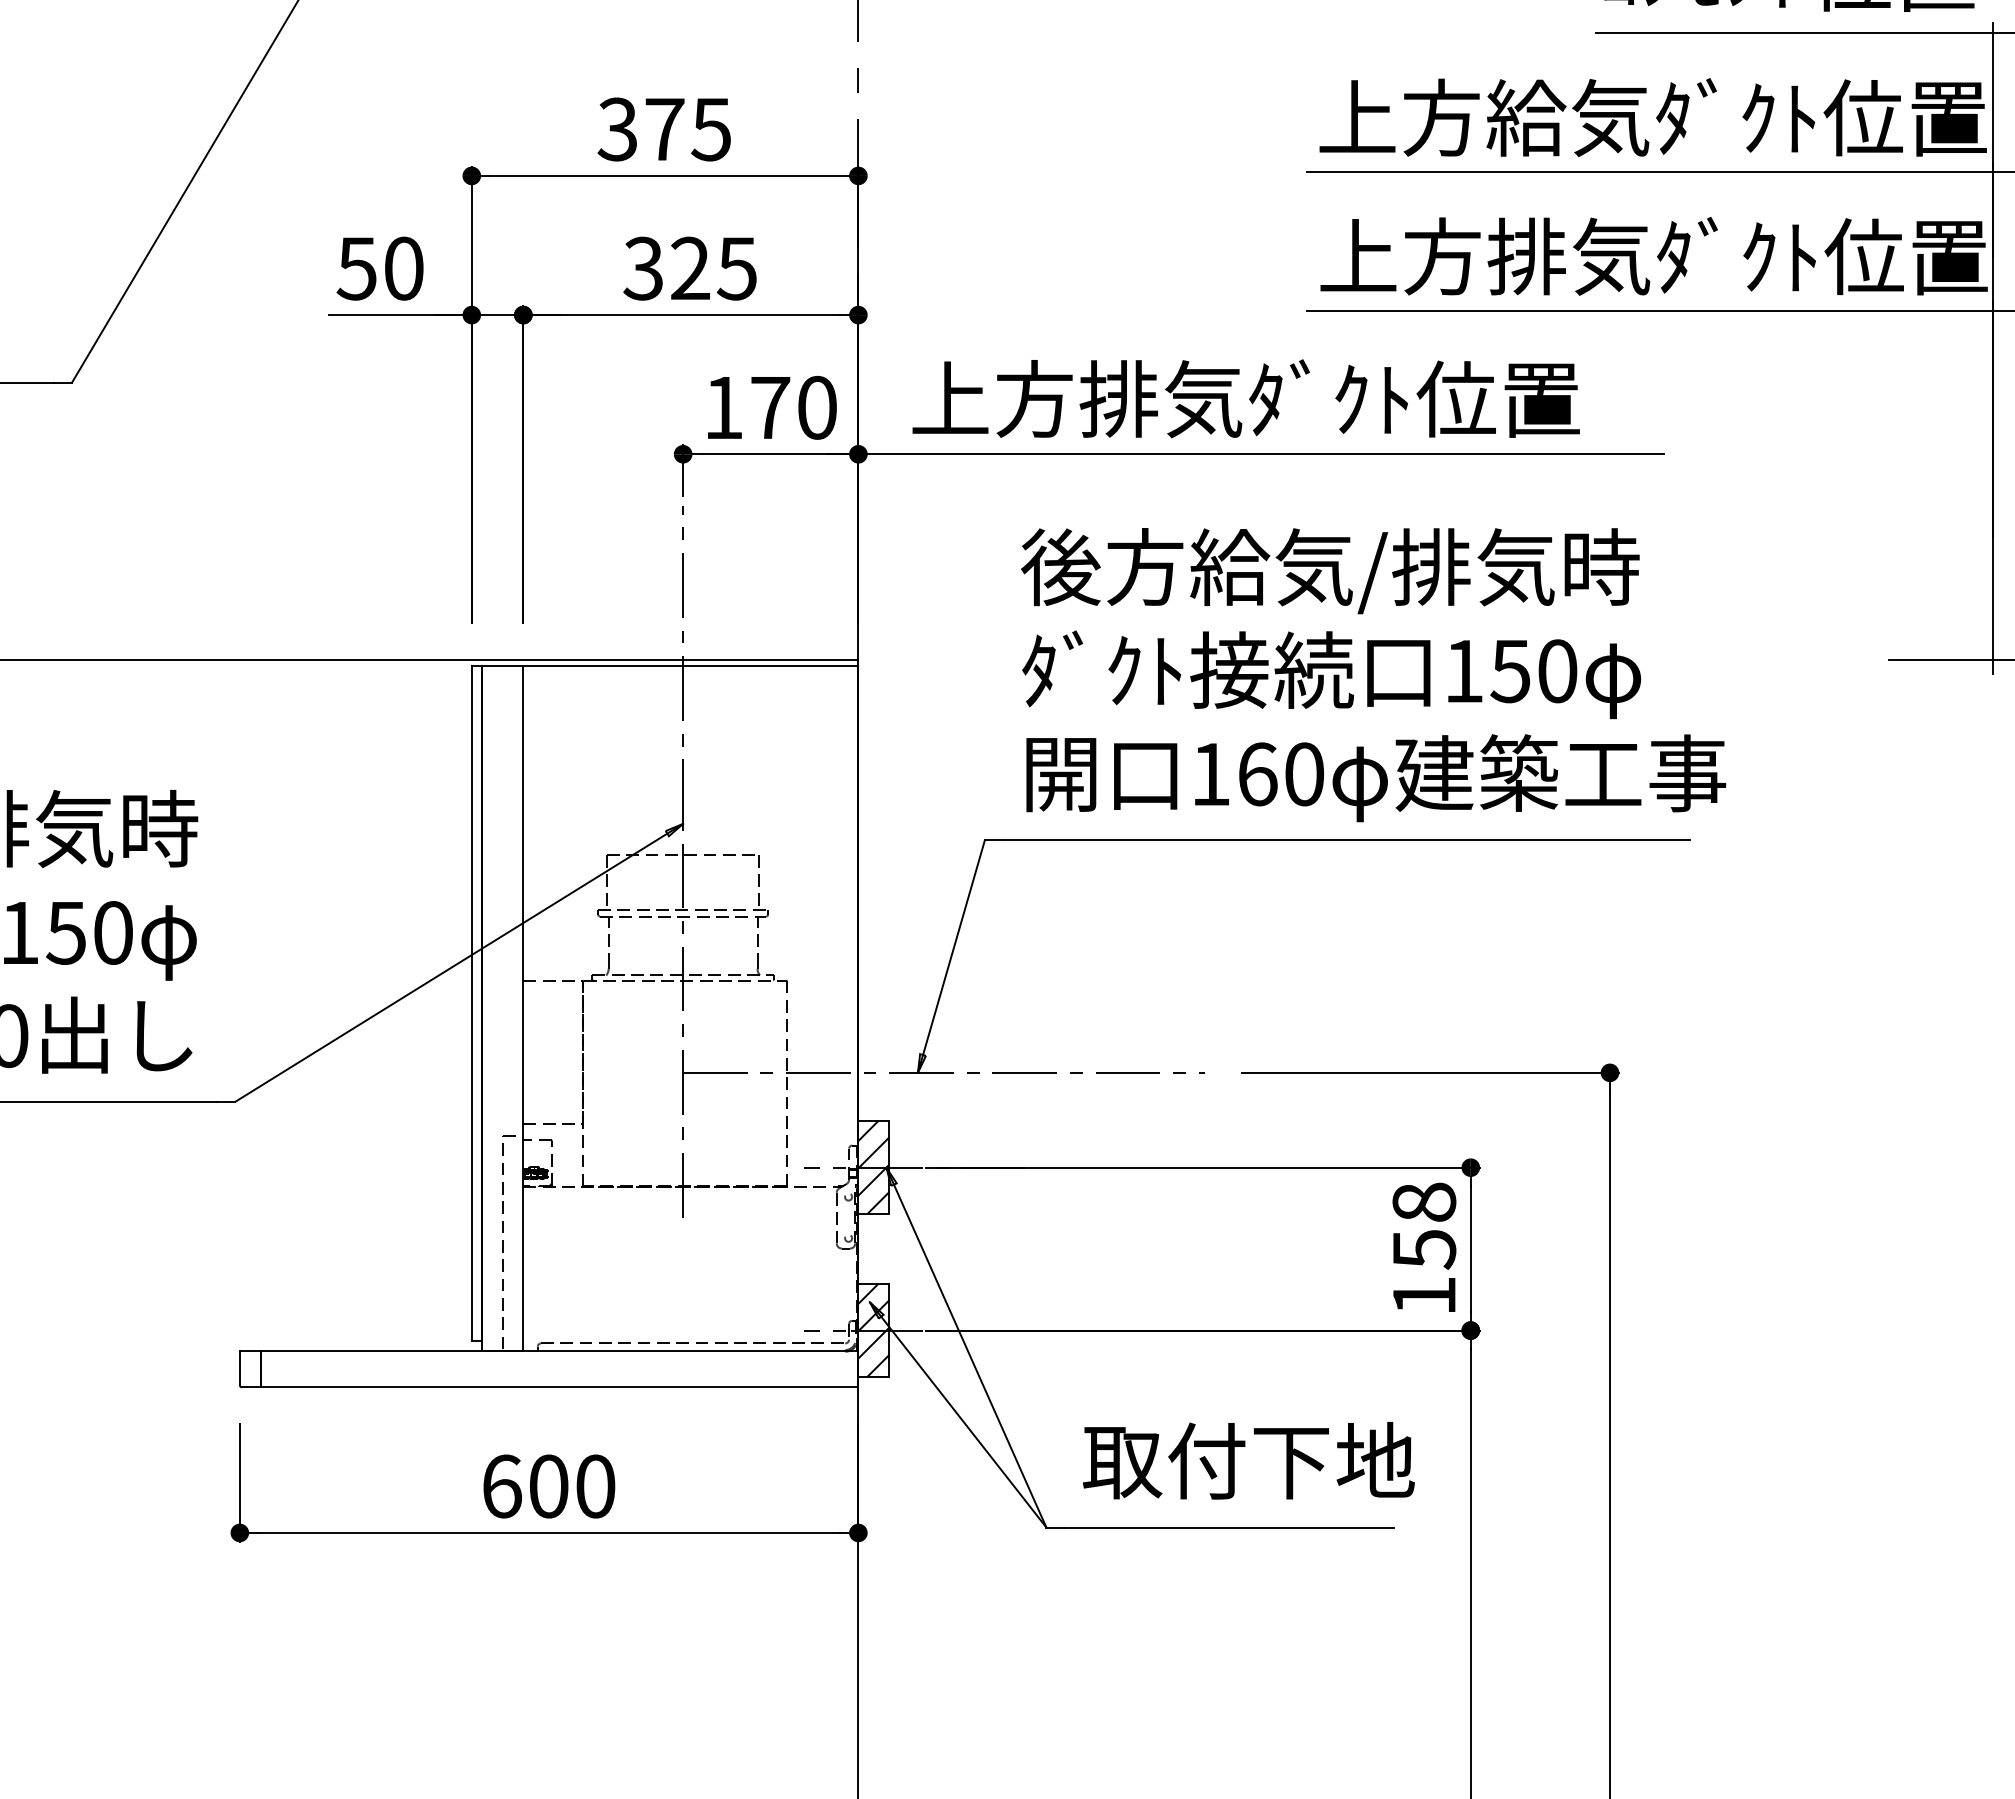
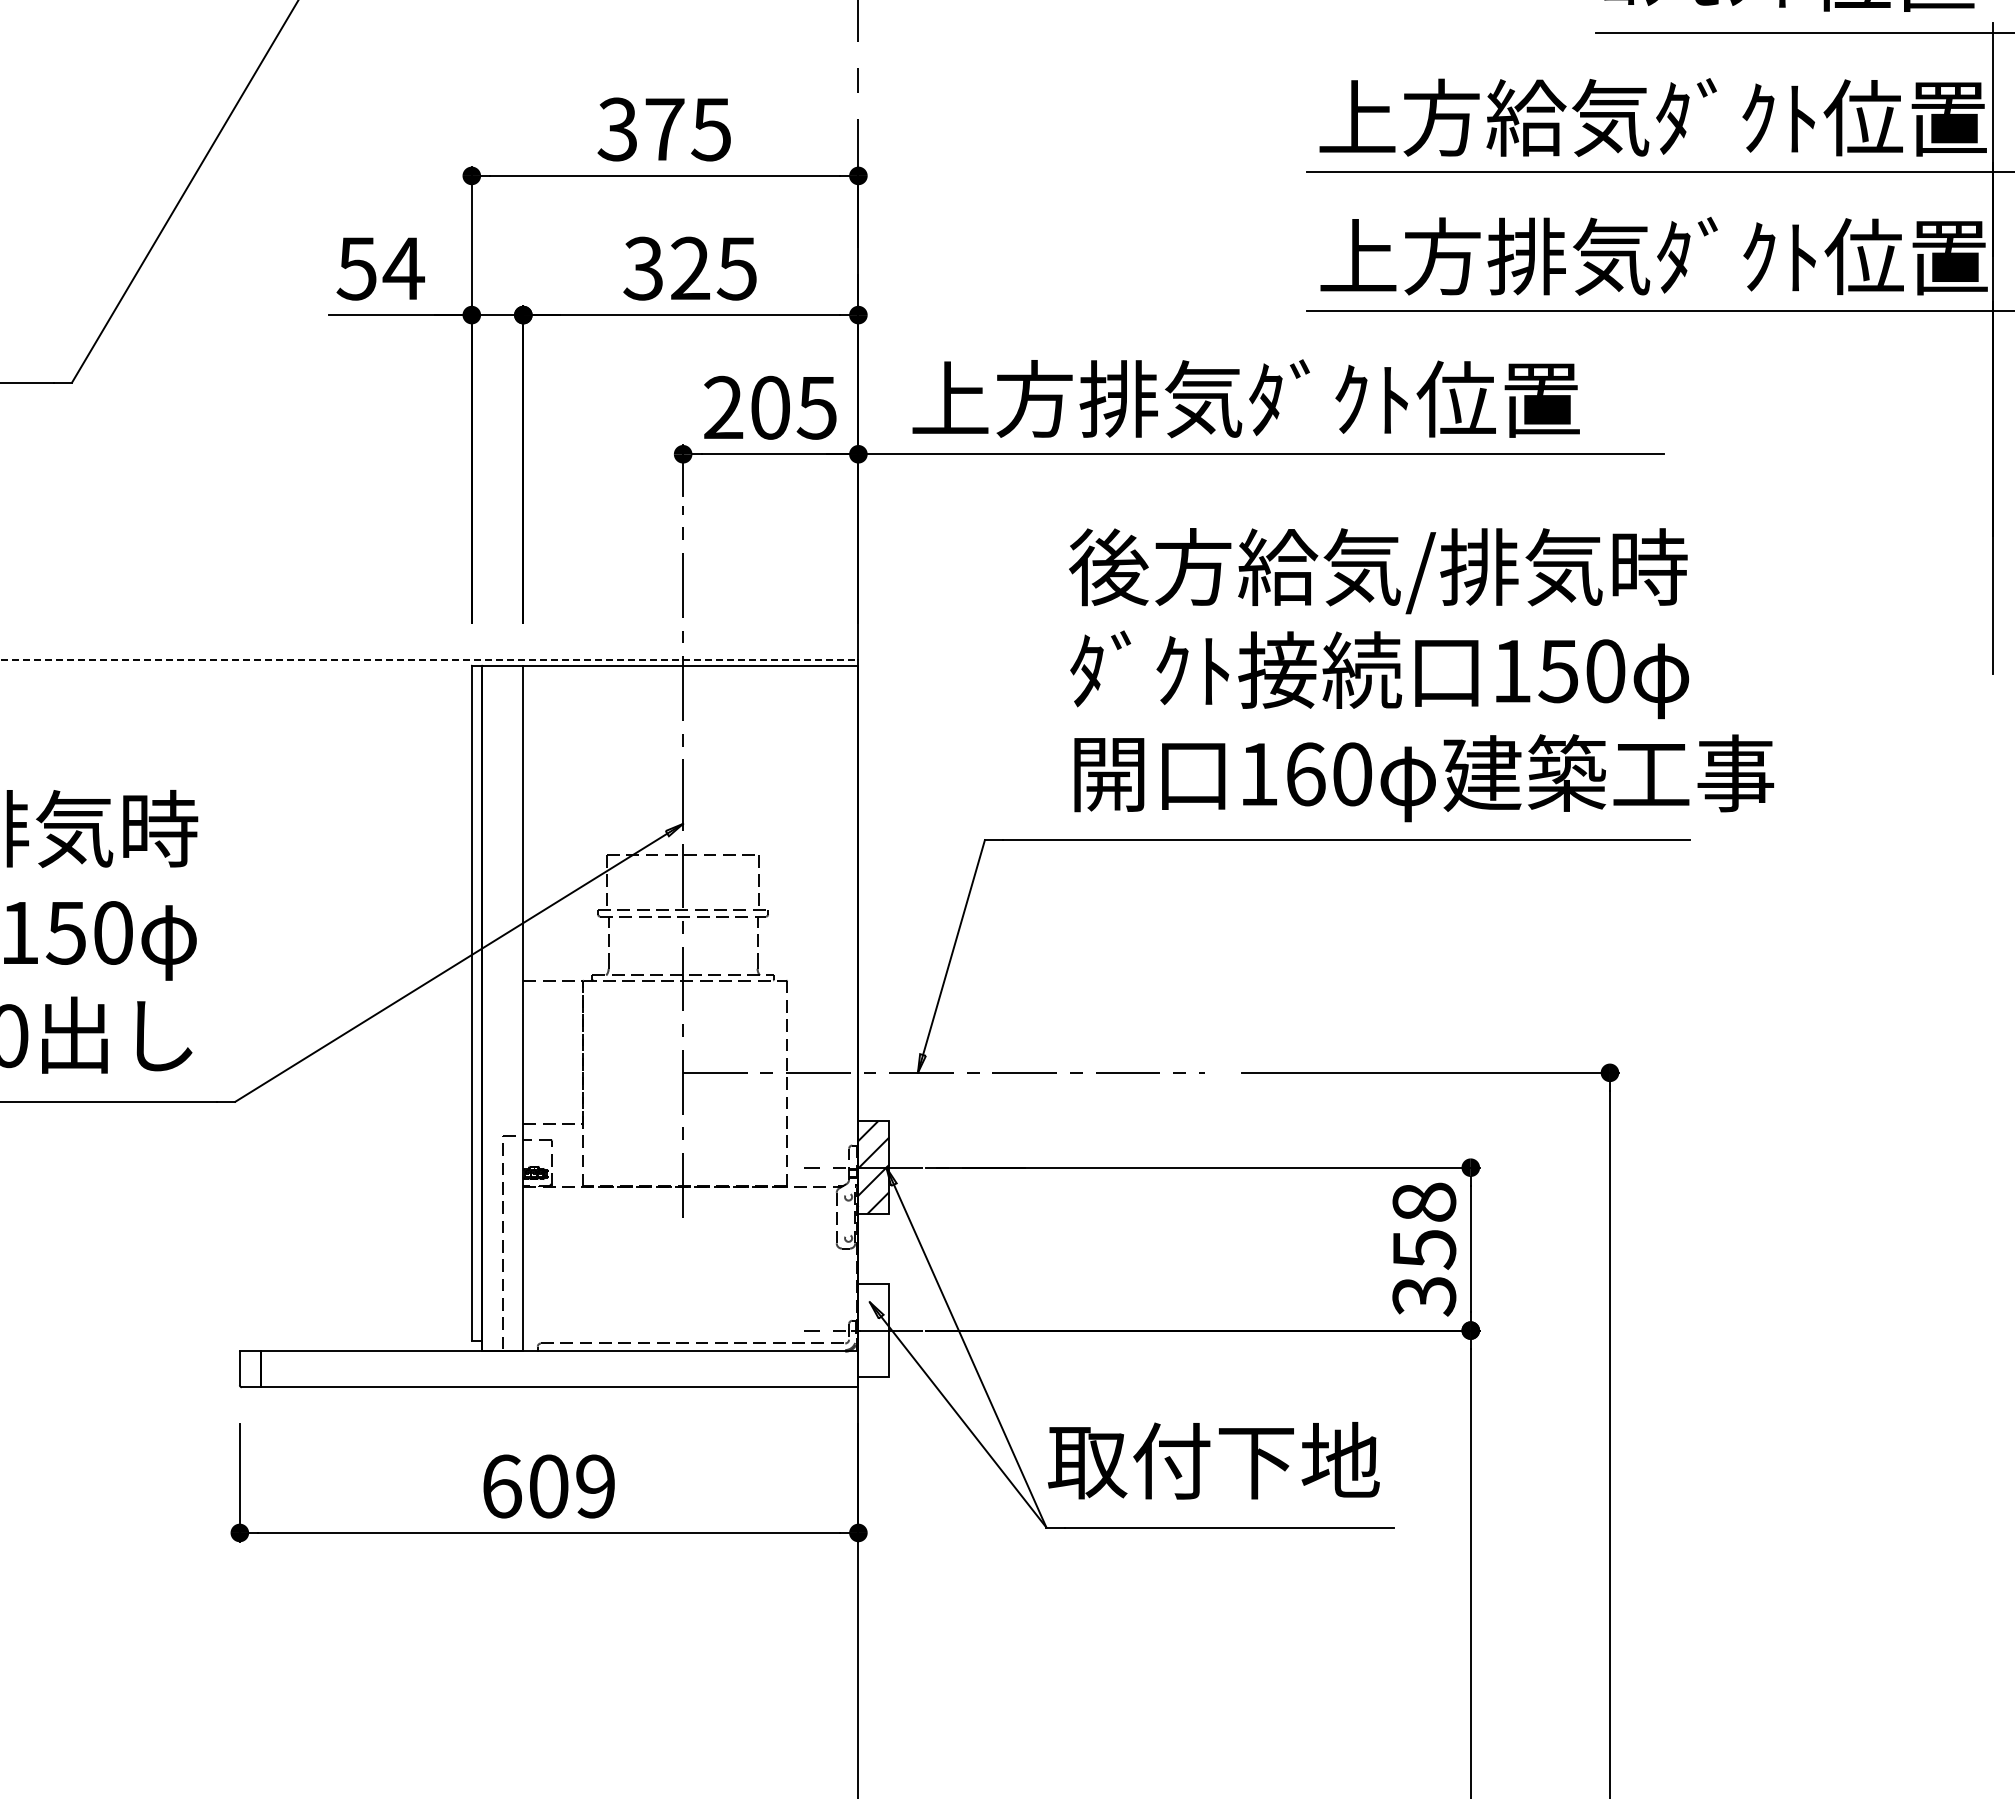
text at (403, 268): 50 -> 54
text at (770, 407): 170 -> 205
line at (429, 660): solid -> dashed
line at (1950, 660): present -> none
text at (1373, 675) position: (1373, 675) -> (1421, 675)
text at (1424, 1296): 158 -> 358
hatch at (873, 1330): present -> none
text at (1248, 1460) position: (1248, 1460) -> (1213, 1460)
text at (595, 1486): 600 -> 609
